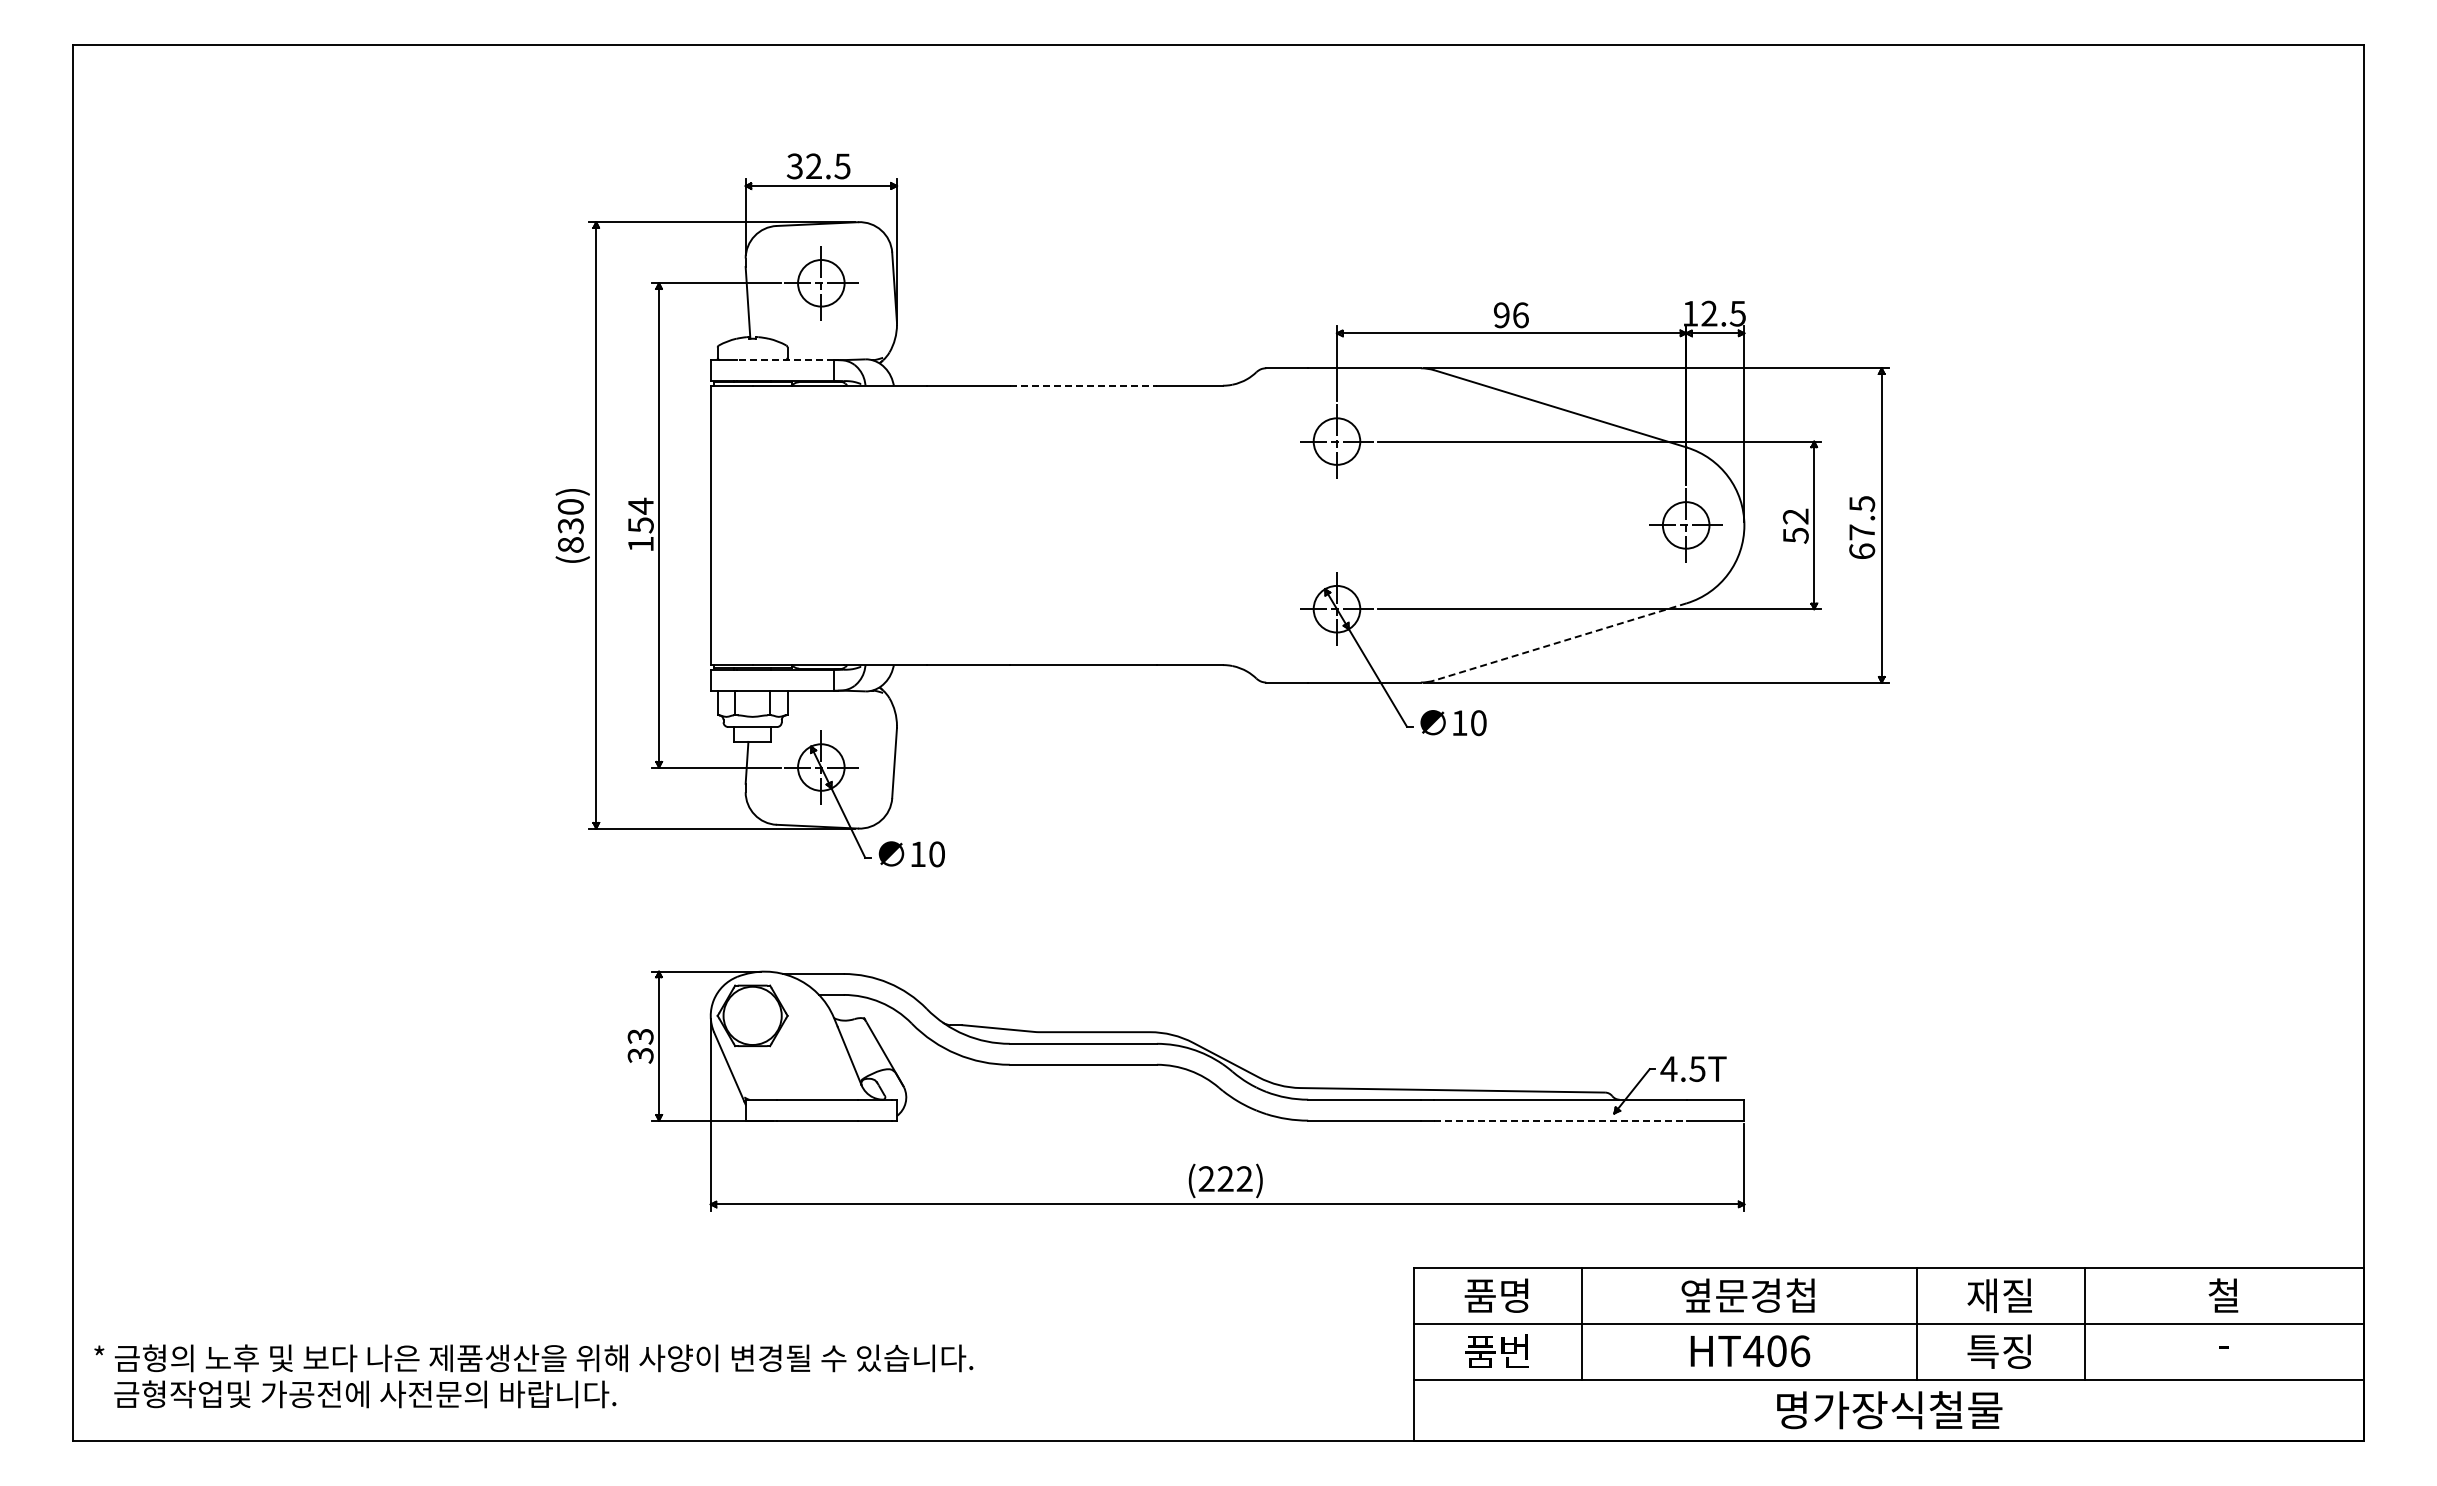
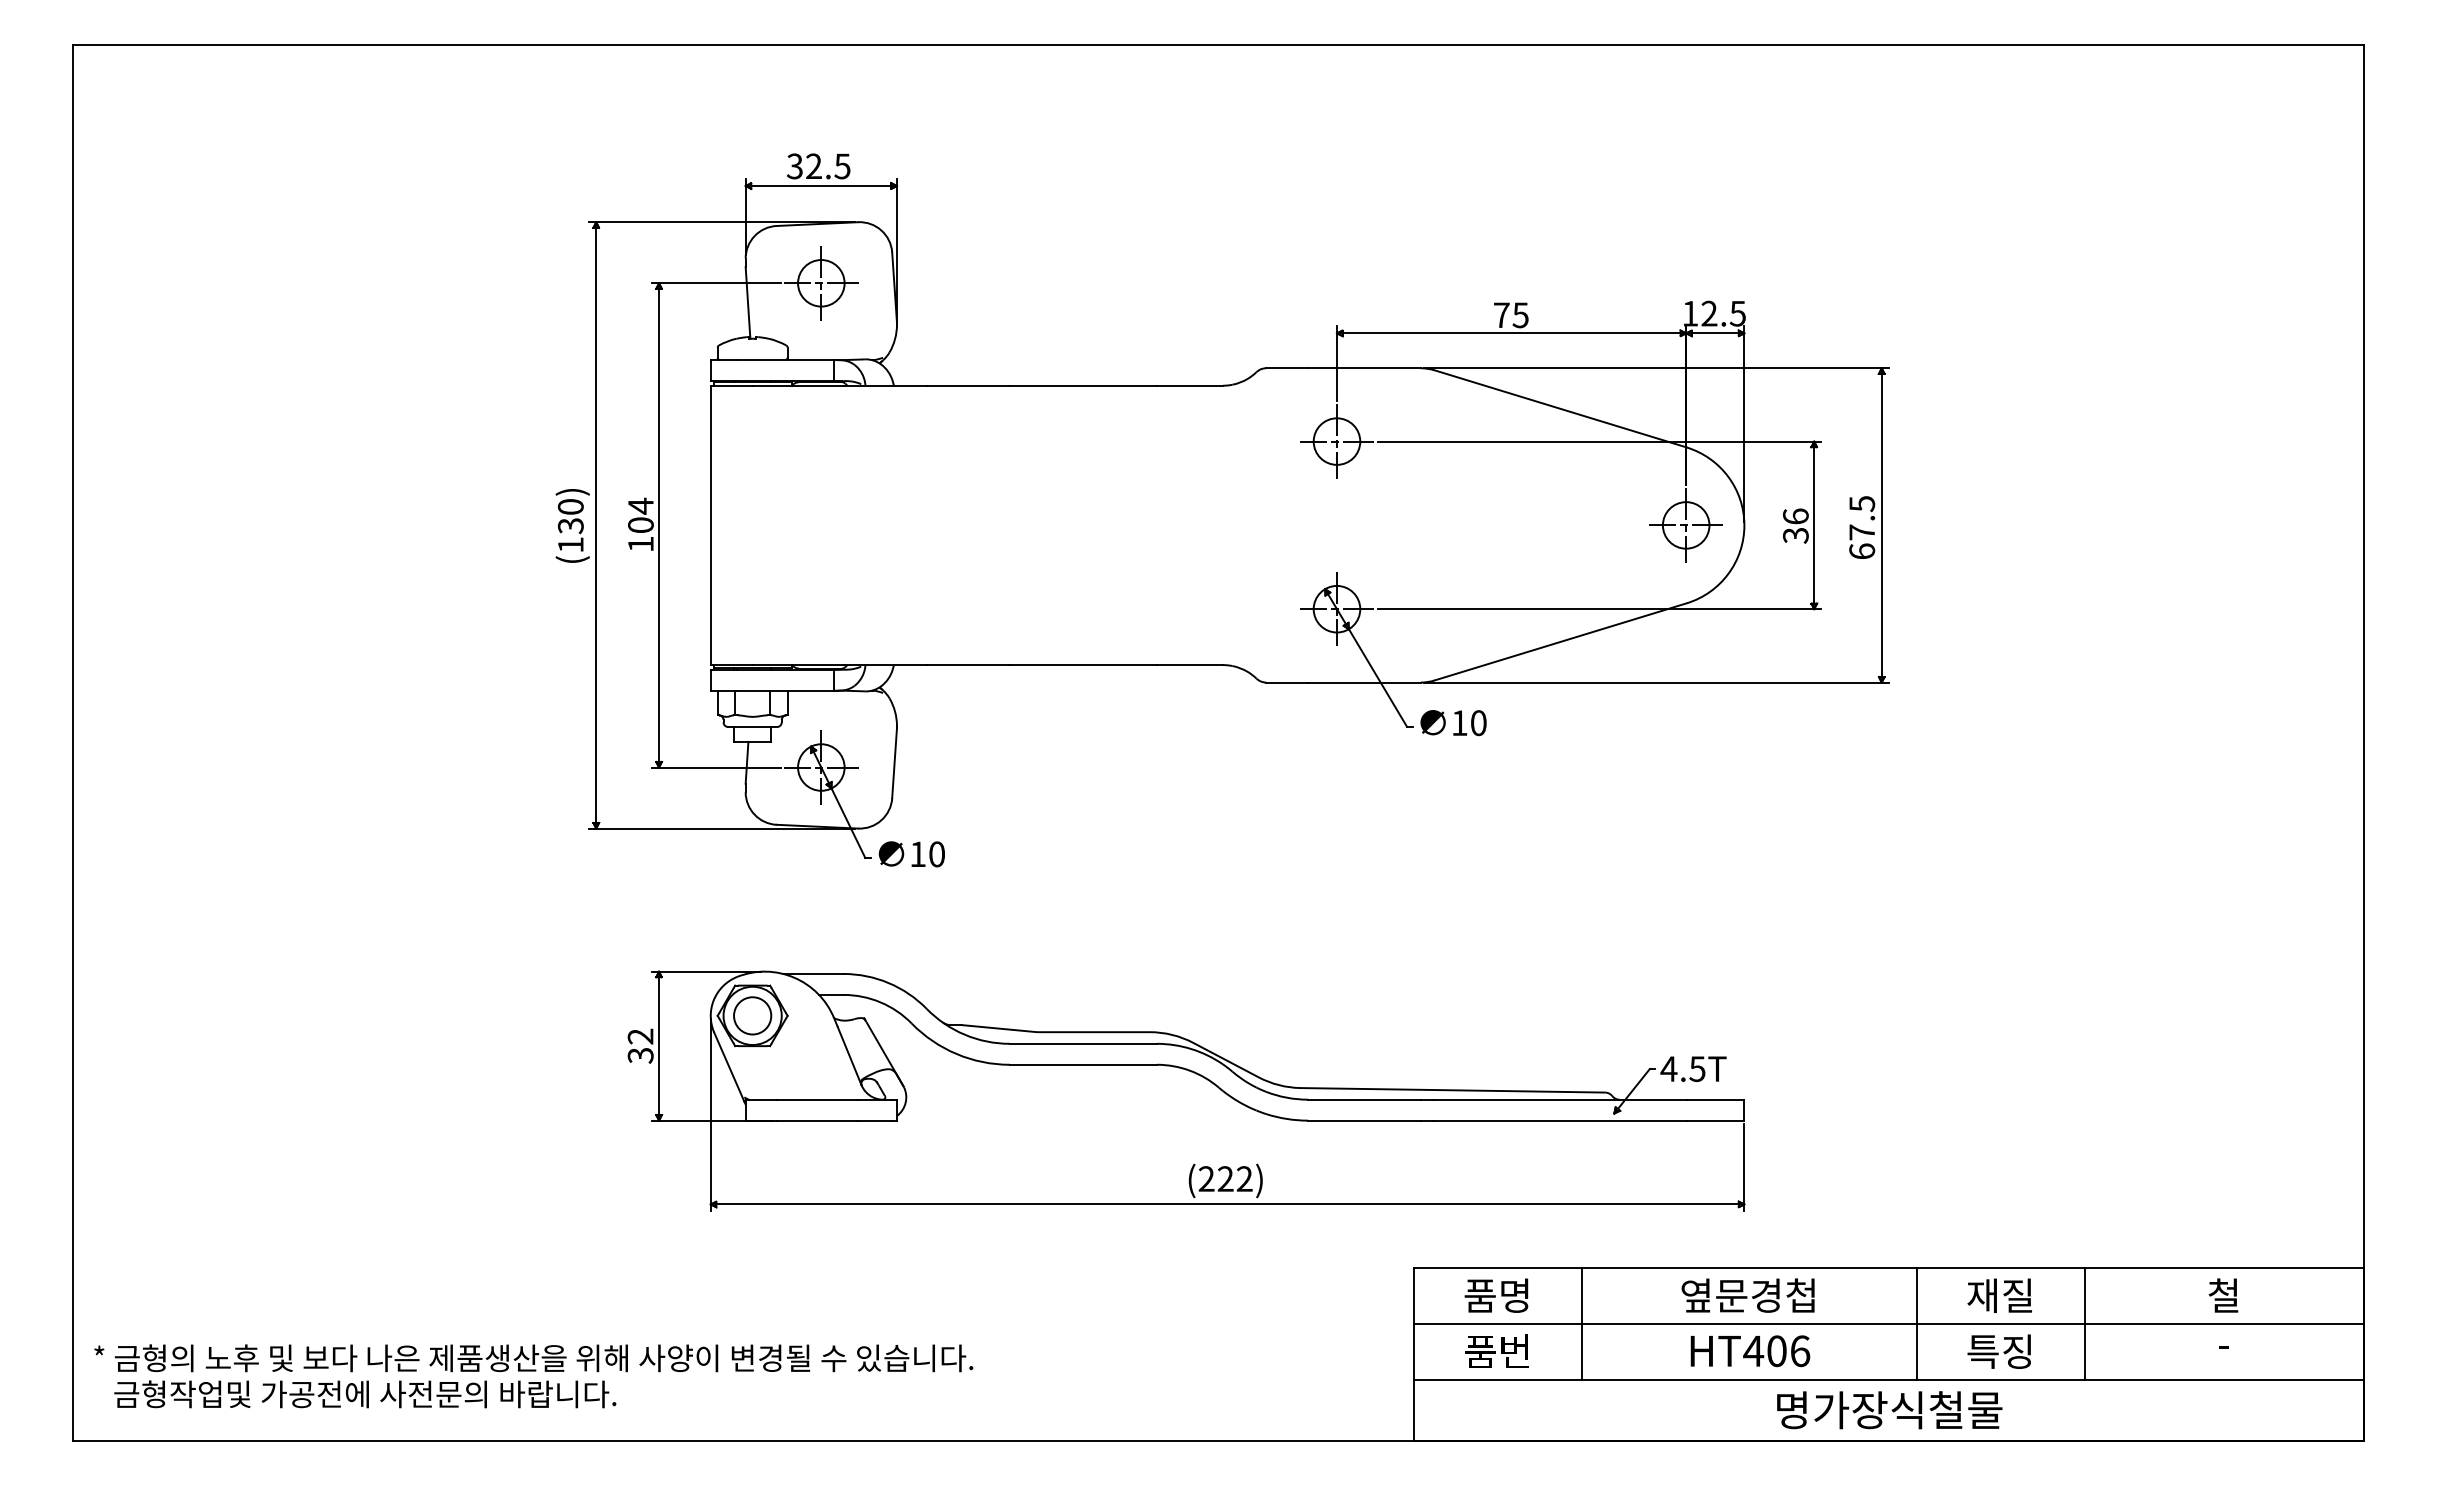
text at (1510, 315): 96 -> 75
line at (785, 360): dashed -> solid
line at (1083, 385): dashed -> solid
text at (640, 525): 154 -> 104
text at (1795, 525): 52 -> 36
text at (570, 544): (830) -> (130)
line at (1560, 641): dashed -> solid
circle at (752, 1015): none -> present
text at (640, 1036): 33 -> 32
line at (1561, 1120): dashed -> solid
